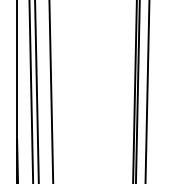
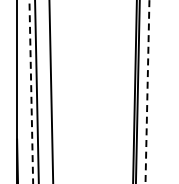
line at (147, 91): solid -> dashed
line at (31, 92): solid -> dashed
